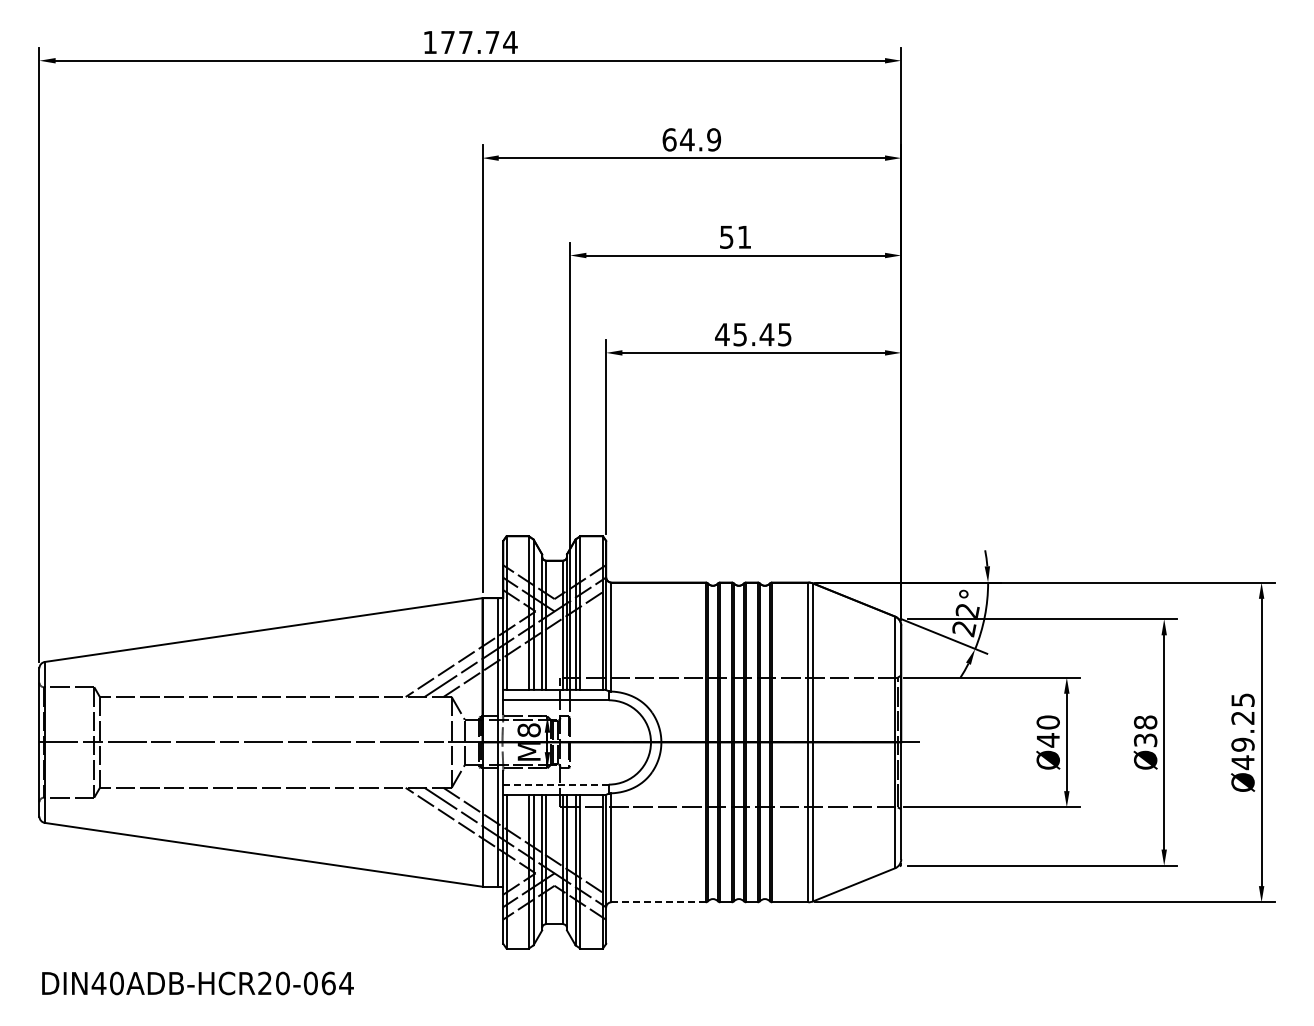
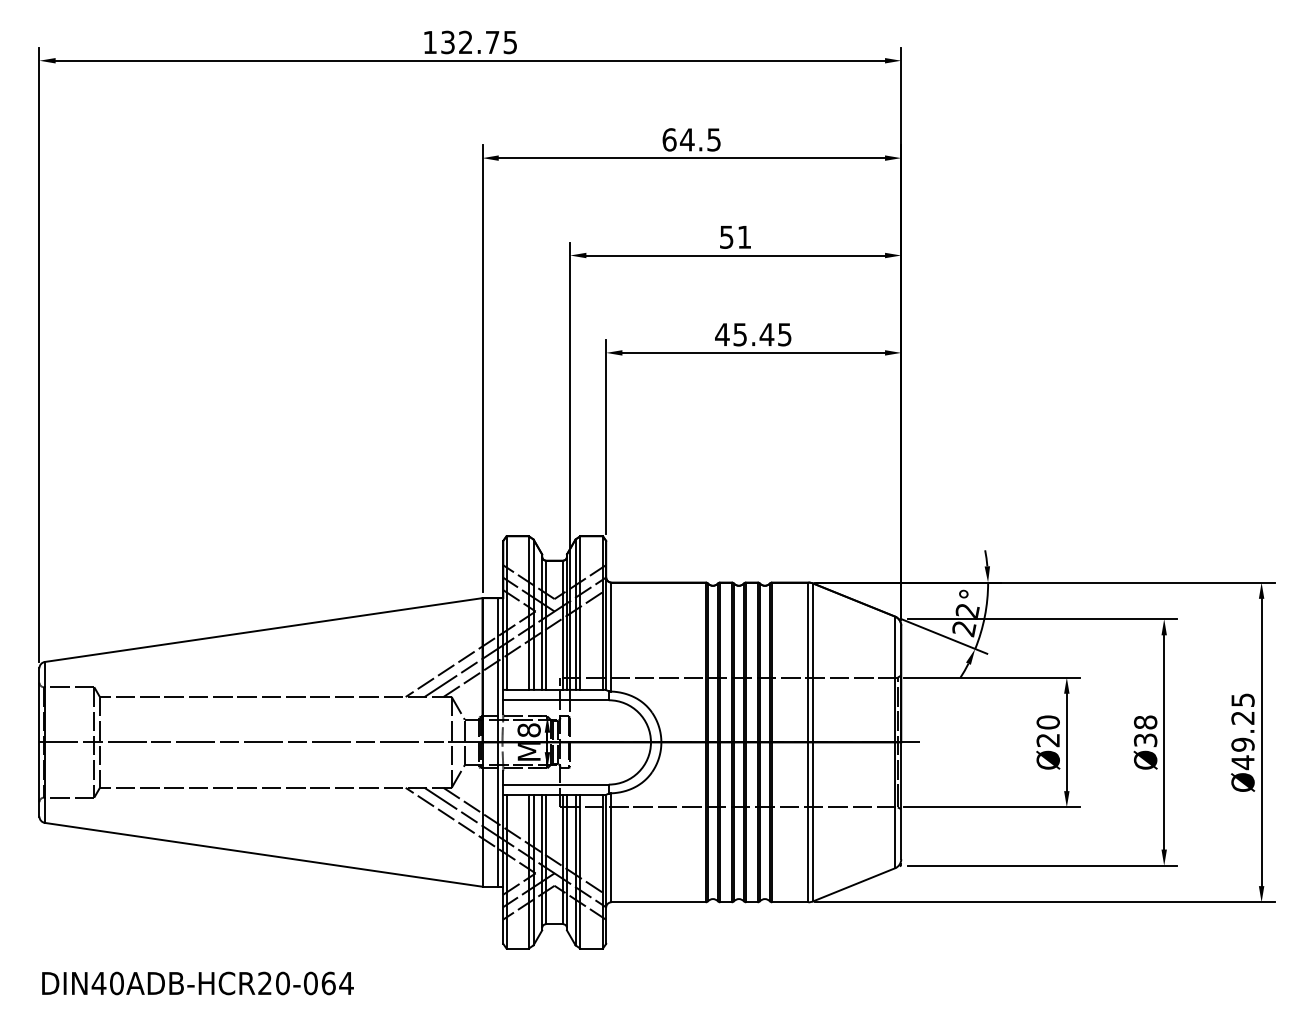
text at (479, 42): 177.74 -> 132.75
text at (714, 139): 64.9 -> 64.5
text at (1047, 740): Ø40 -> Ø20
line at (556, 784): dashed -> solid
line at (658, 902): dashed -> solid
